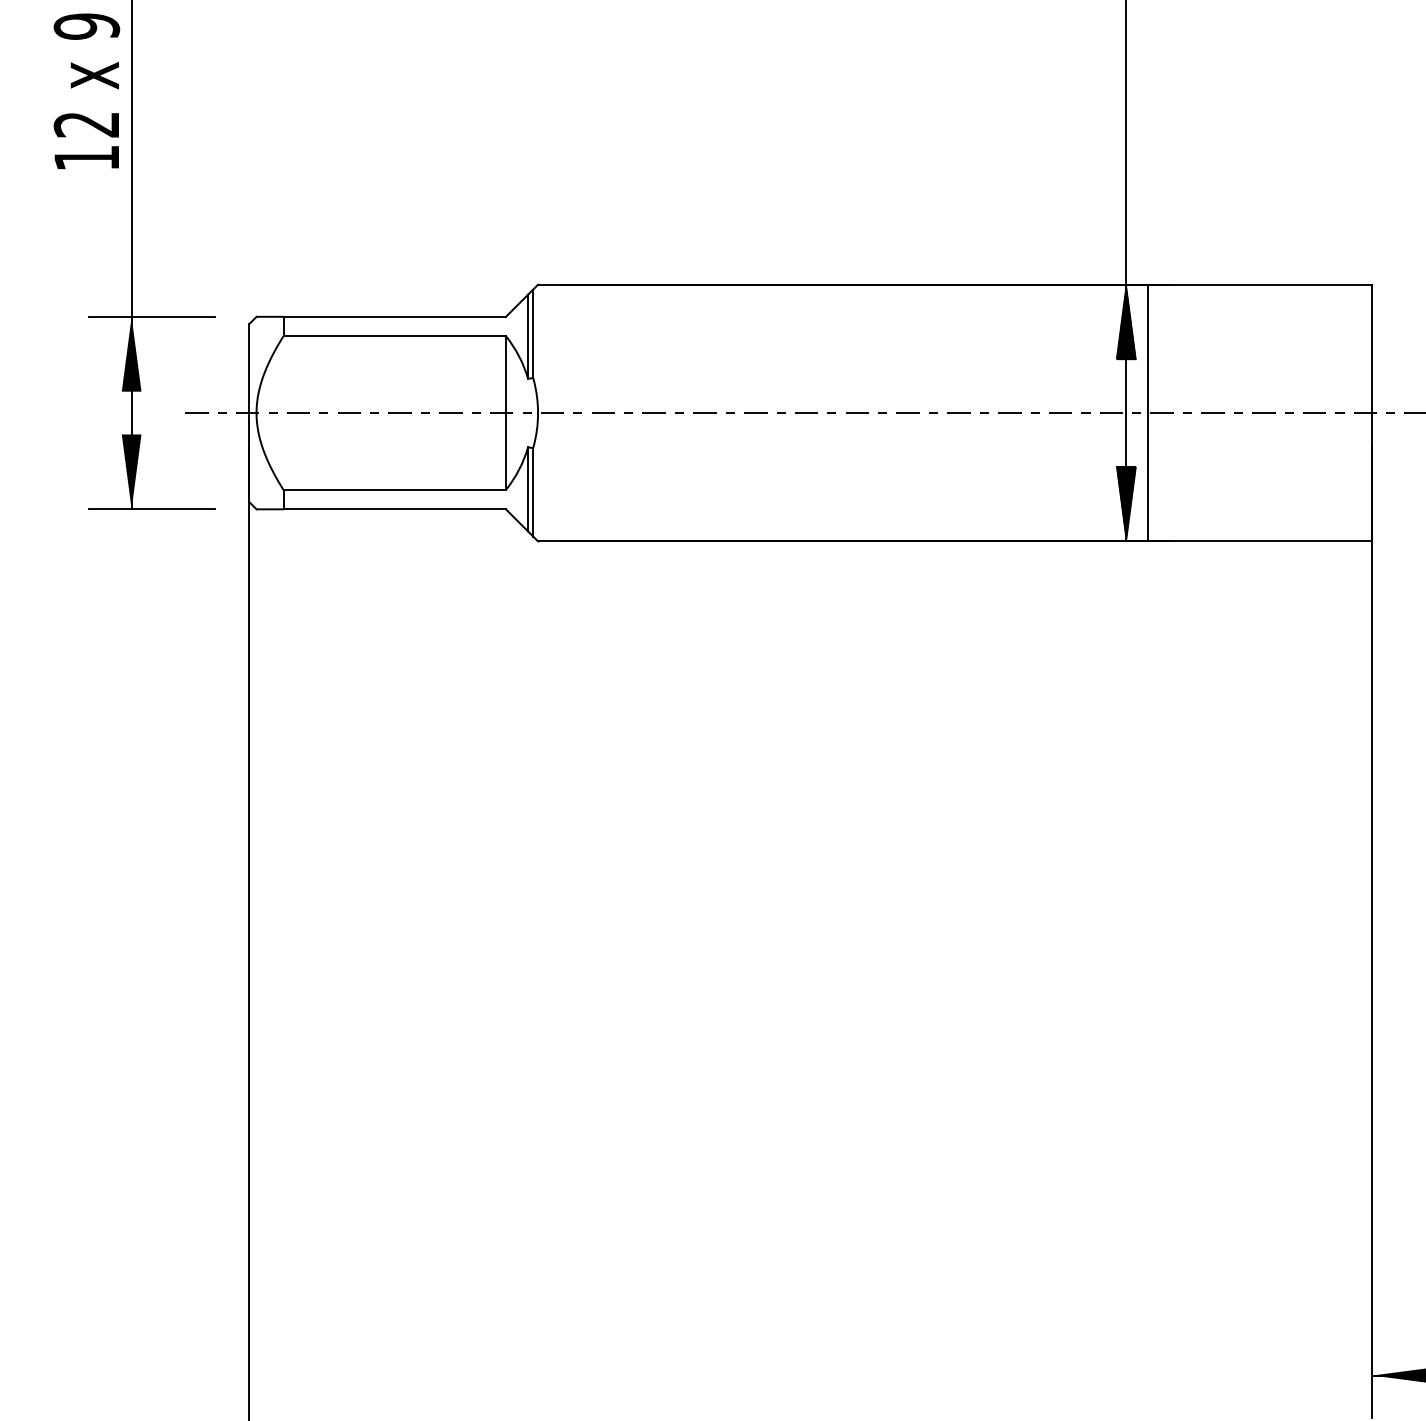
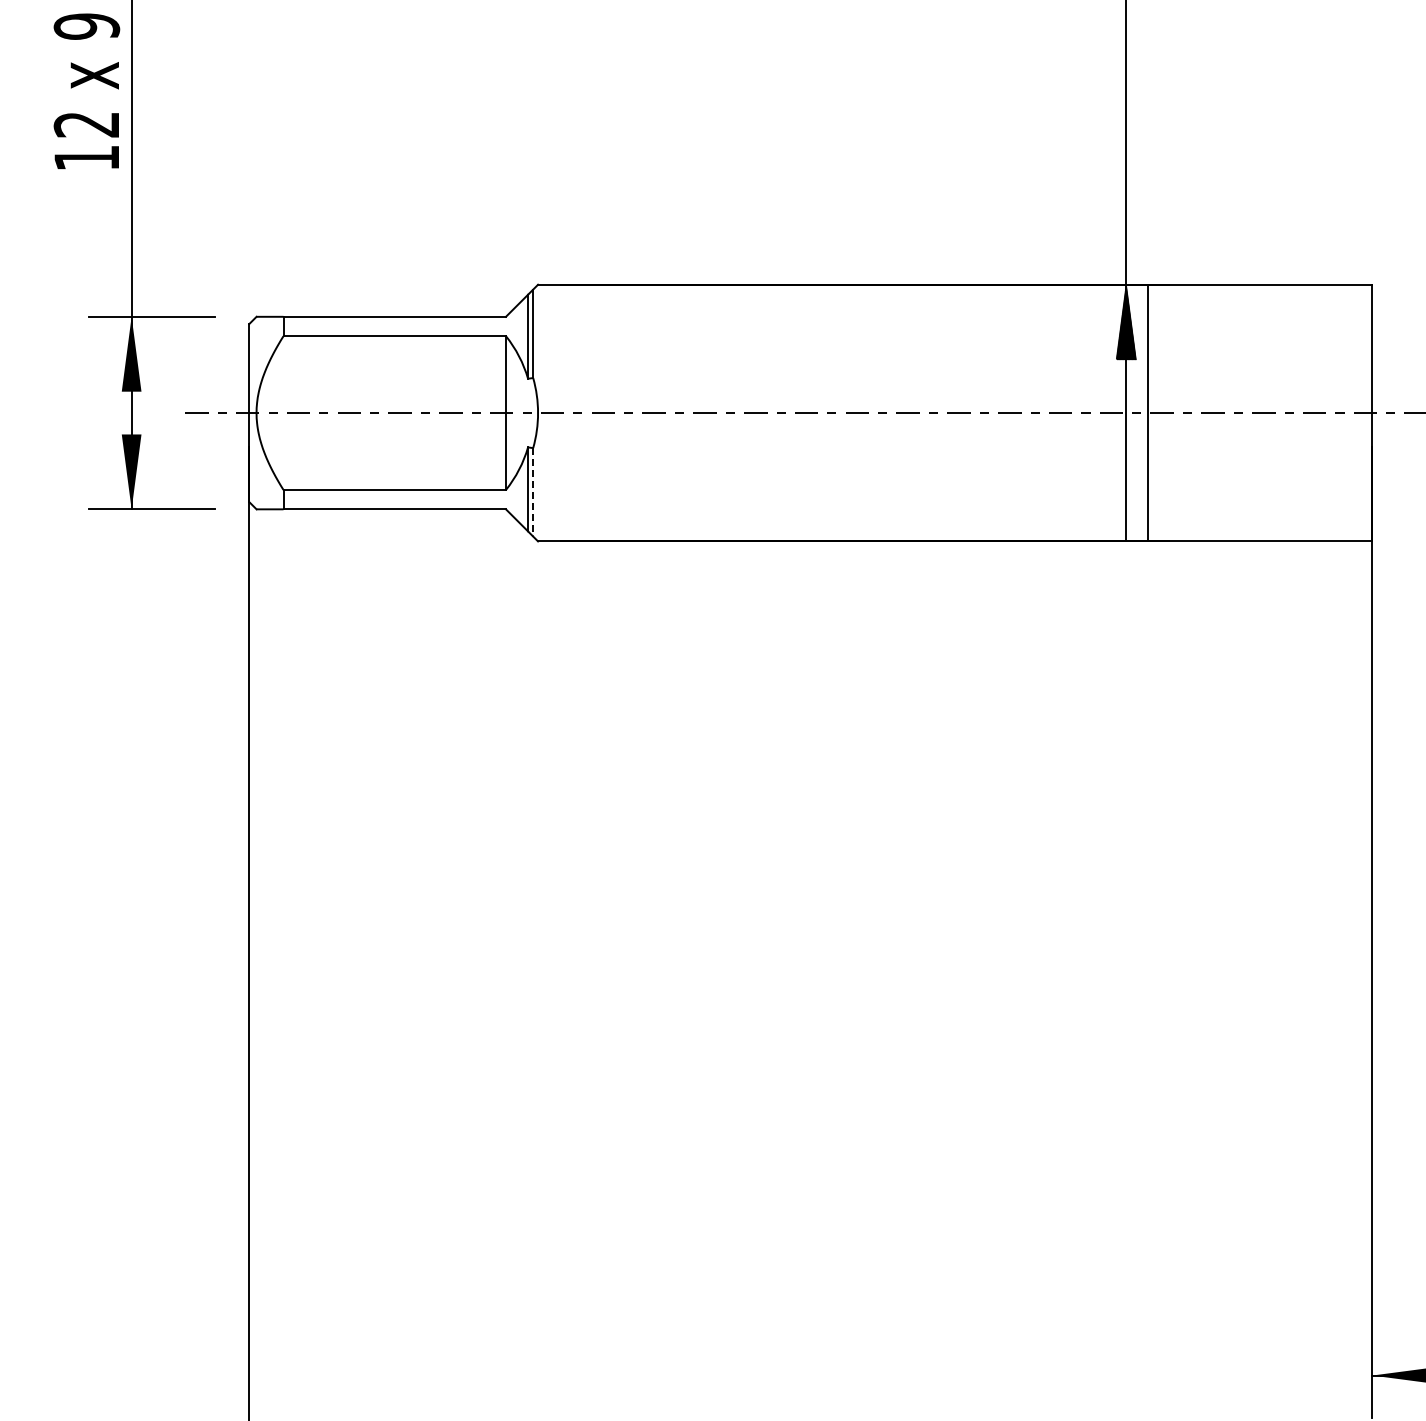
line at (533, 492): solid -> dashed
hatch at (1126, 503): present -> none
